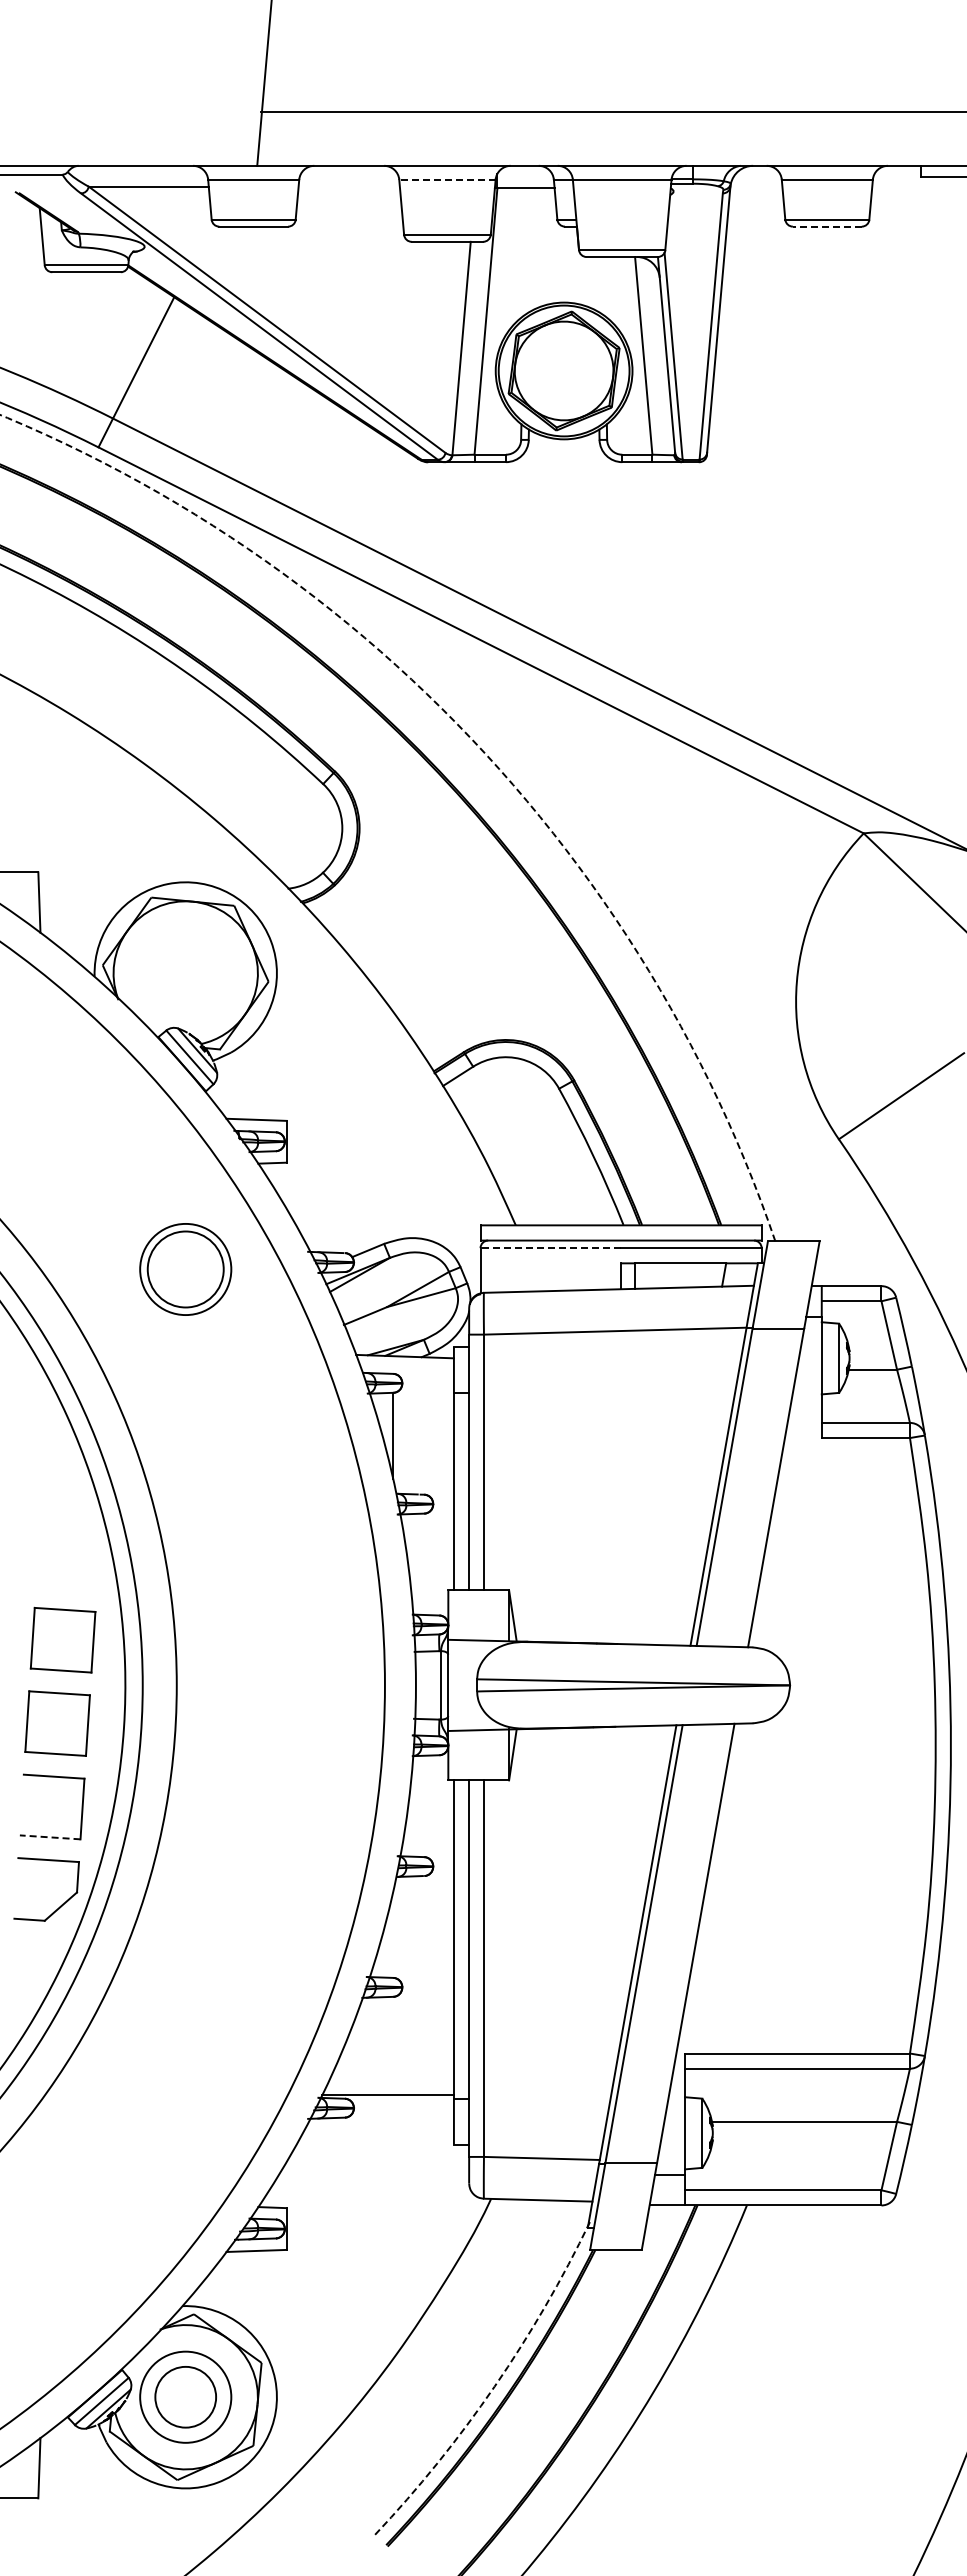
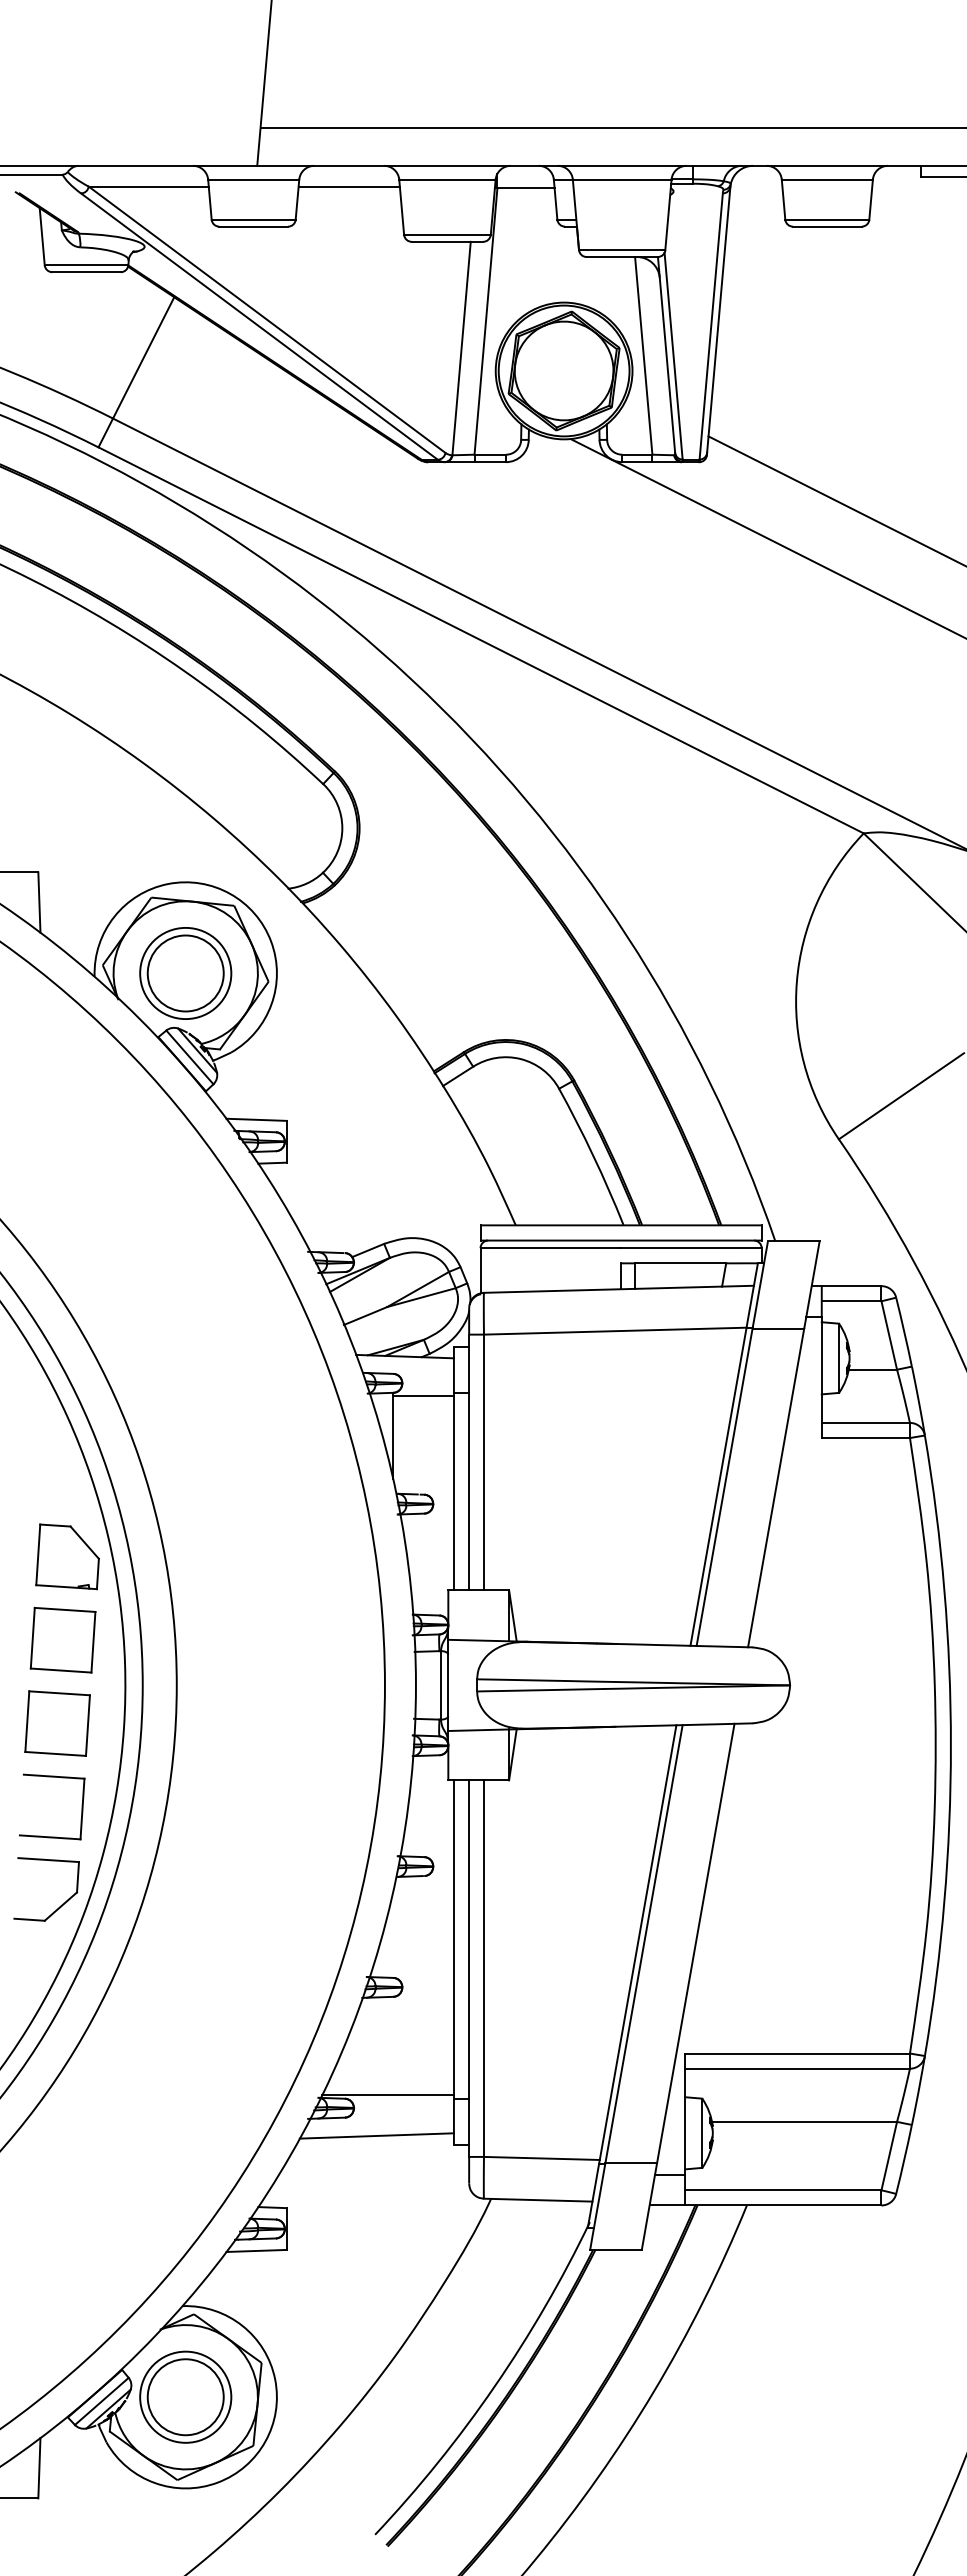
line at (611, 112) position: (611, 112) -> (611, 128)
line at (446, 179): dashed -> solid
line at (348, 186): none -> present
line at (826, 226): dashed -> solid
line at (835, 500): none -> present
line at (766, 538): none -> present
arc at (477, 745): dashed -> solid
line at (550, 1248): dashed -> solid
part at (185, 1269) position: (185, 1269) -> (185, 973)
line at (423, 1396): none -> present
part at (67, 1556): none -> present
line at (49, 1837): dashed -> solid
line at (376, 2135): none -> present
arc at (494, 2386): dashed -> solid
circle at (185, 2396) diameter: 61 px -> 76 px
